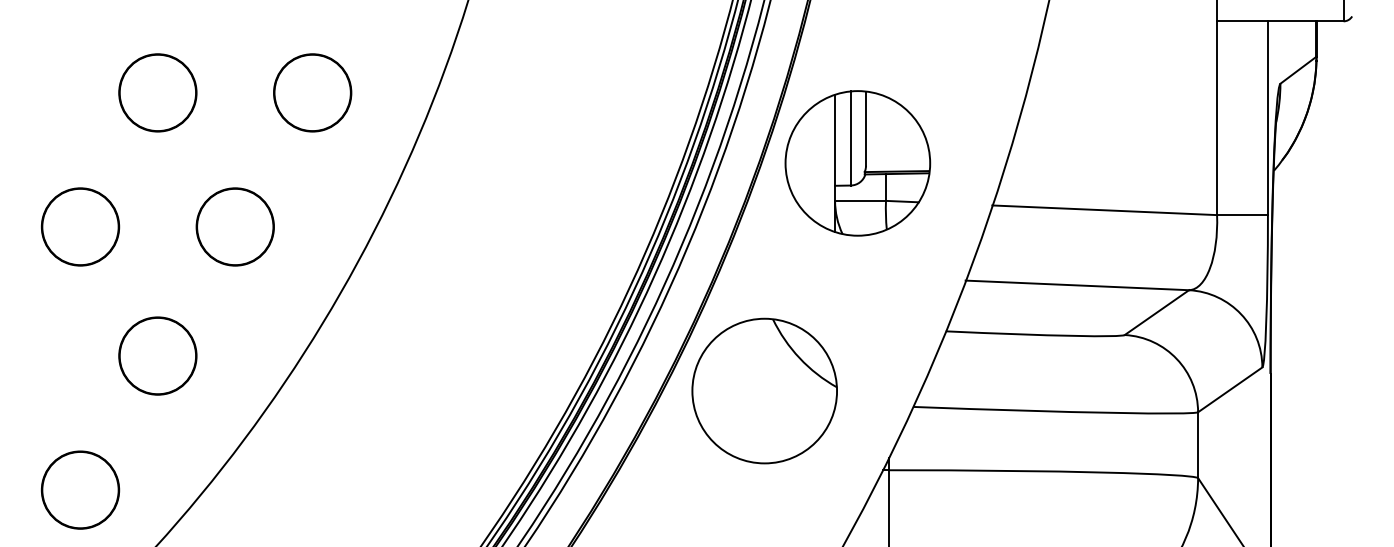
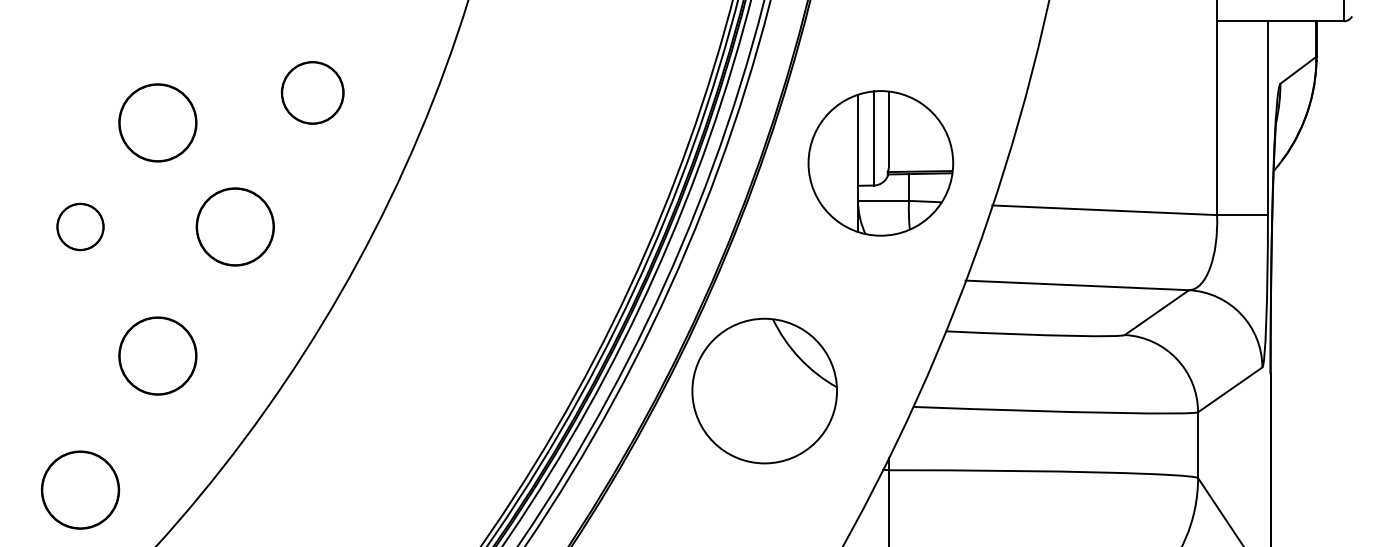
circle at (157, 92) position: (157, 92) -> (157, 122)
circle at (312, 92) size: 80x80 px -> 65x64 px
part at (857, 163) position: (857, 163) -> (880, 163)
part at (80, 226) size: 81x80 px -> 49x50 px
